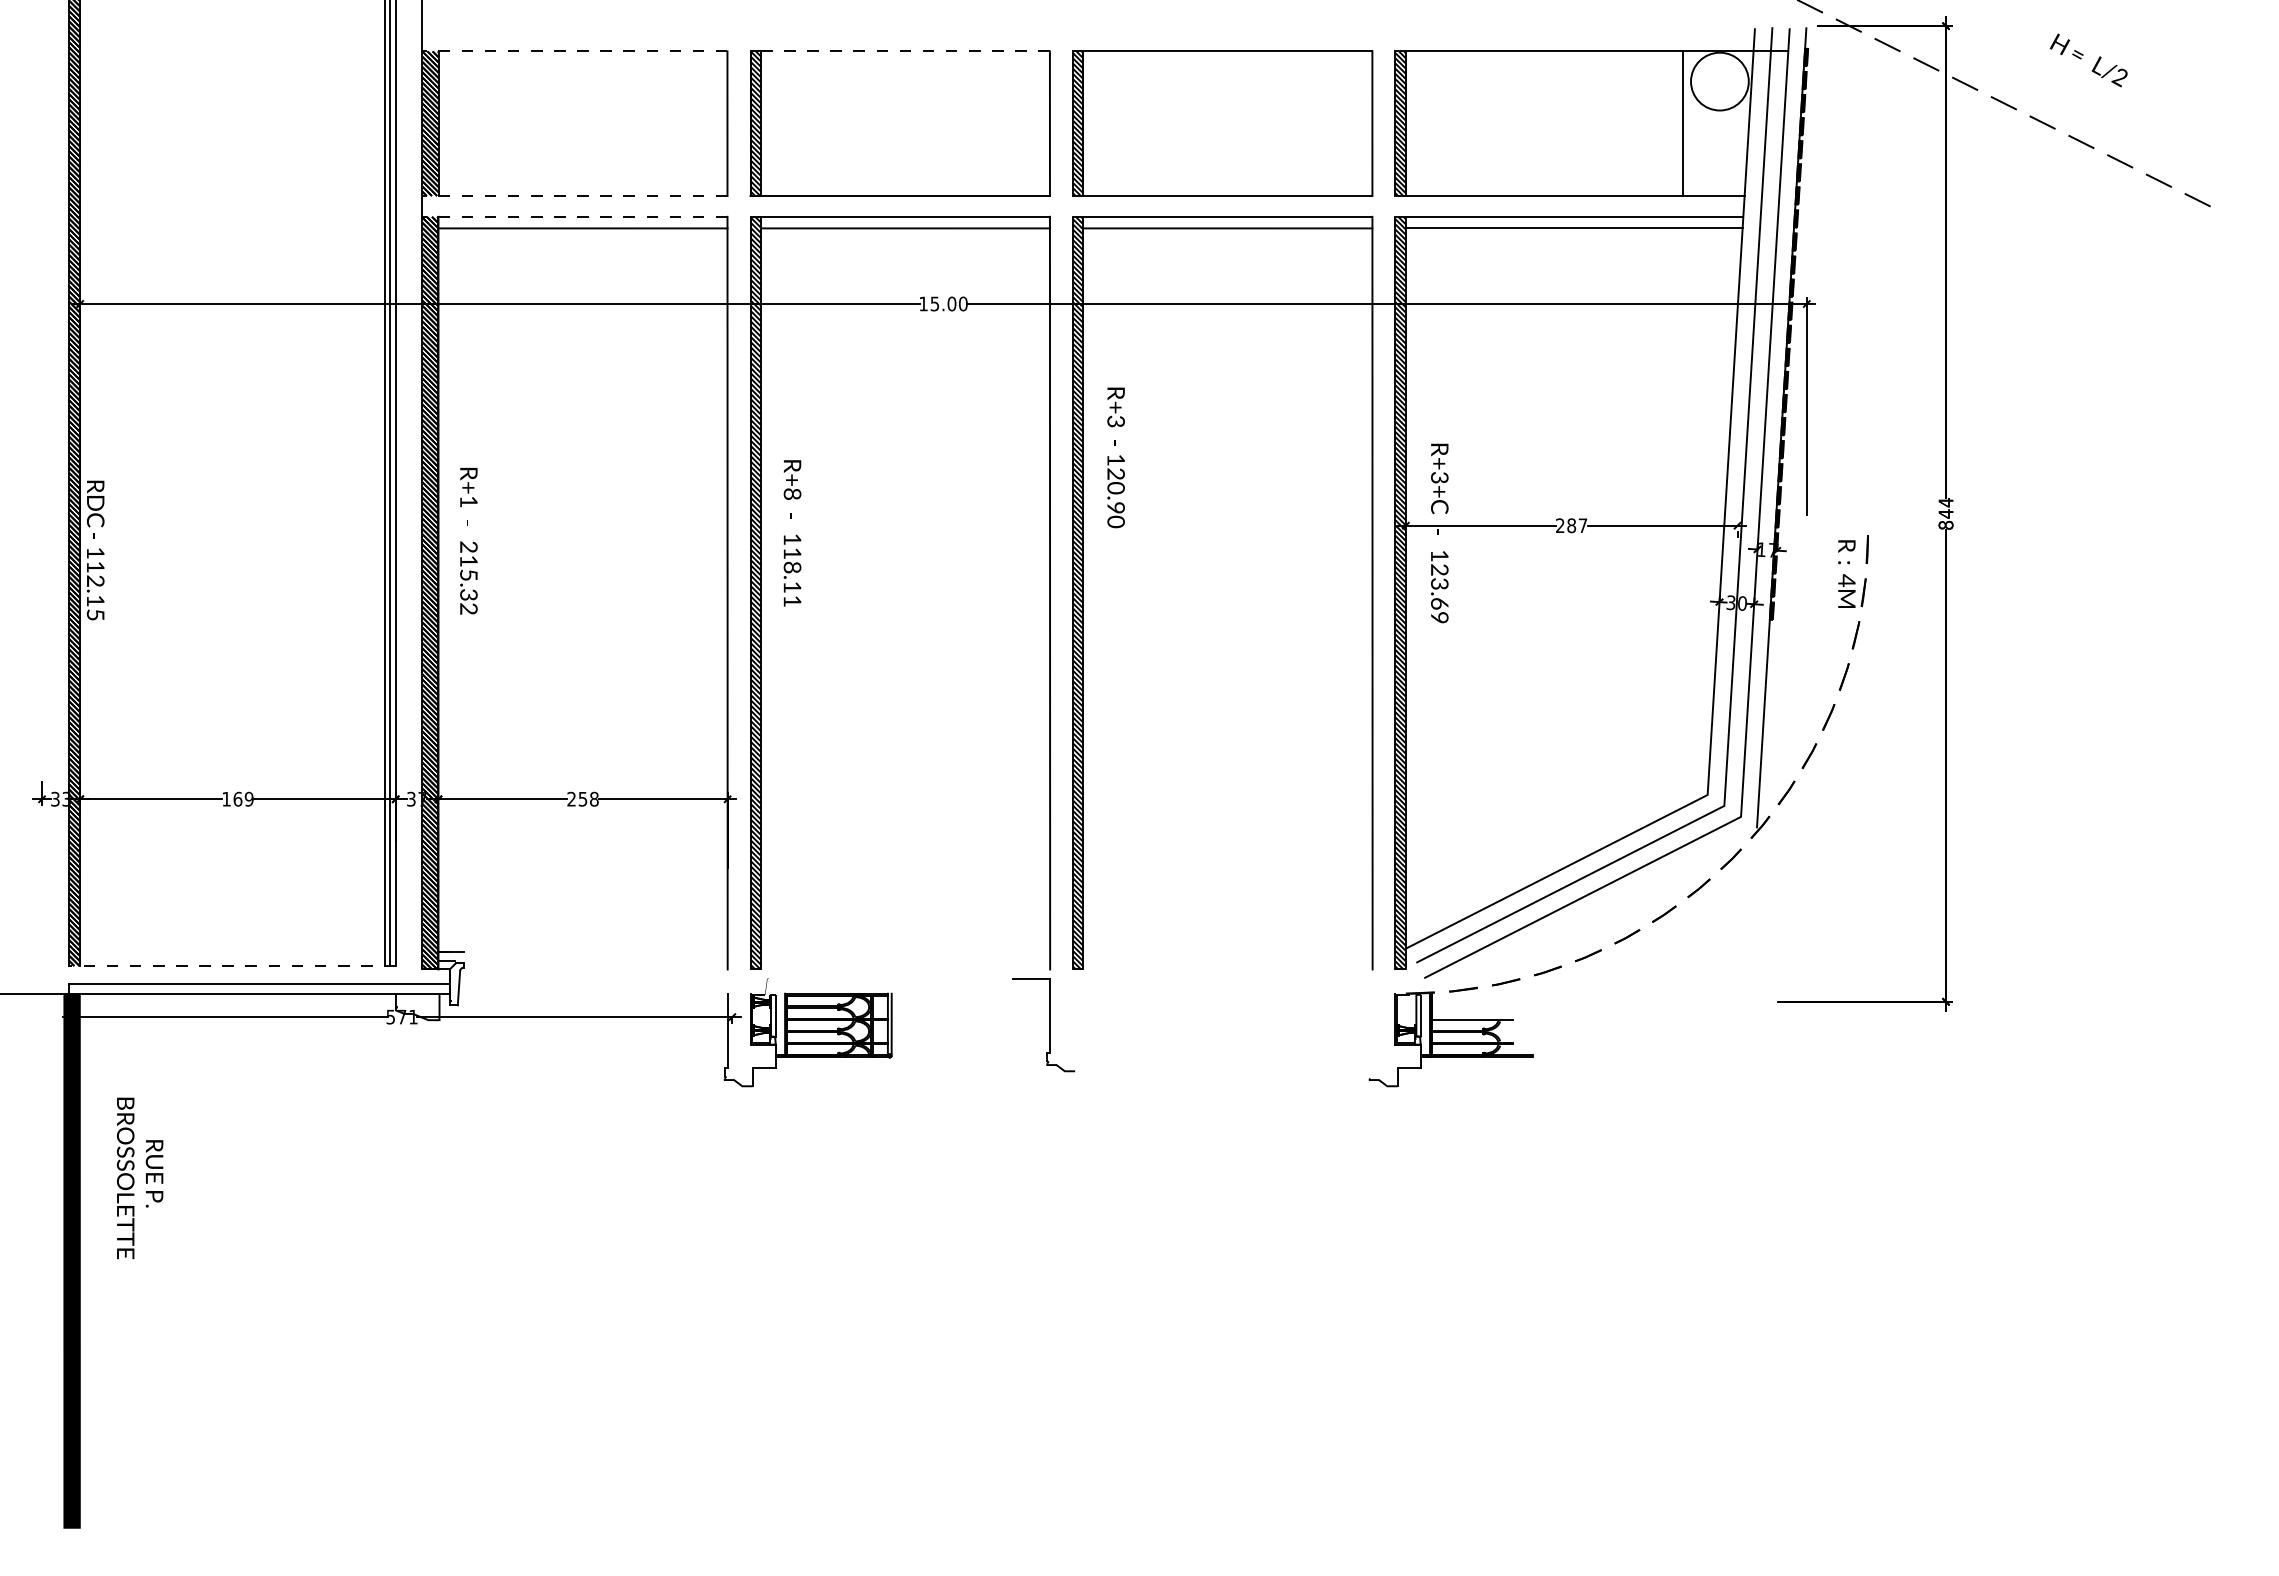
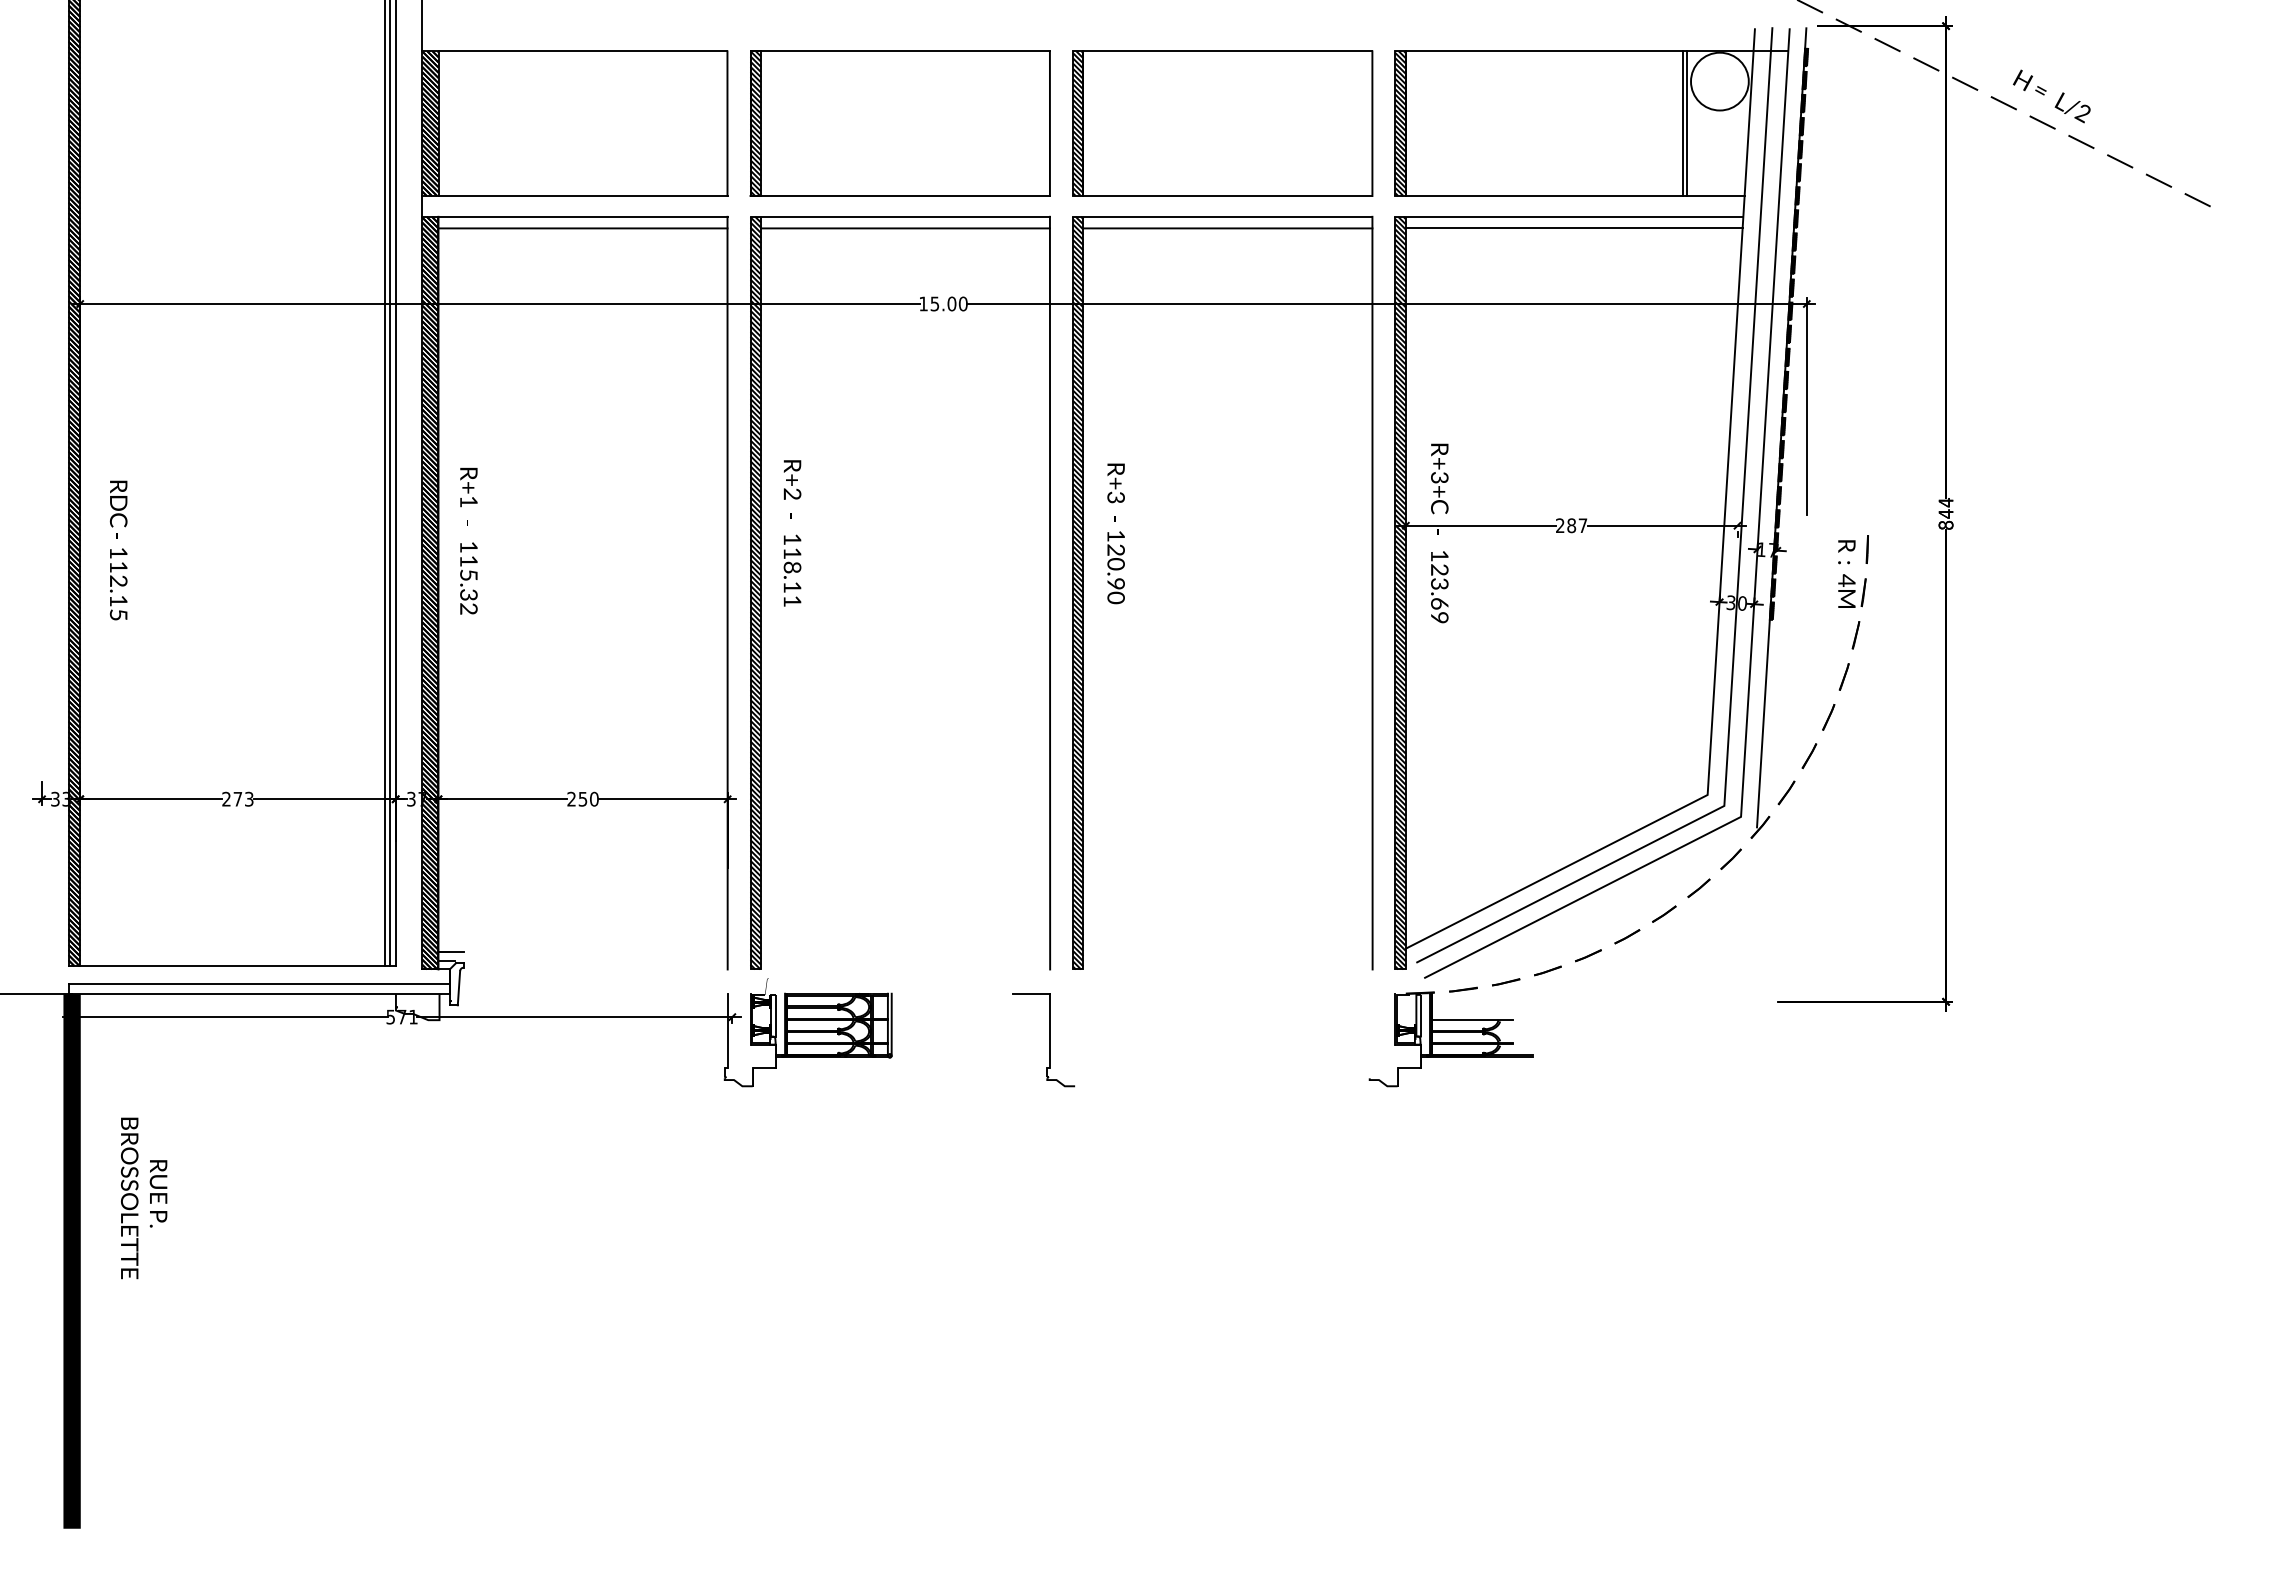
line at (574, 51): dashed -> solid
line at (900, 51): dashed -> solid
text at (2088, 60) position: (2088, 60) -> (2051, 96)
line at (1686, 123): none -> present
line at (574, 196): dashed -> solid
line at (574, 216): dashed -> solid
text at (1115, 457) position: (1115, 457) -> (1115, 533)
text at (791, 493): R+8 -> R+2
text at (468, 546): 215.32 -> 115.32
text at (95, 550) position: (95, 550) -> (118, 550)
text at (237, 798): 169 -> 273
text at (594, 799): 258 -> 250
line at (232, 966): dashed -> solid
part at (1043, 1025) position: (1043, 1025) -> (1043, 1040)
text at (140, 1178) position: (140, 1178) -> (144, 1198)
